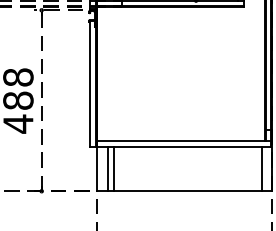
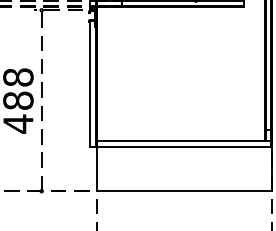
line at (108, 168): present -> none
line at (114, 168): present -> none
line at (262, 168): present -> none
